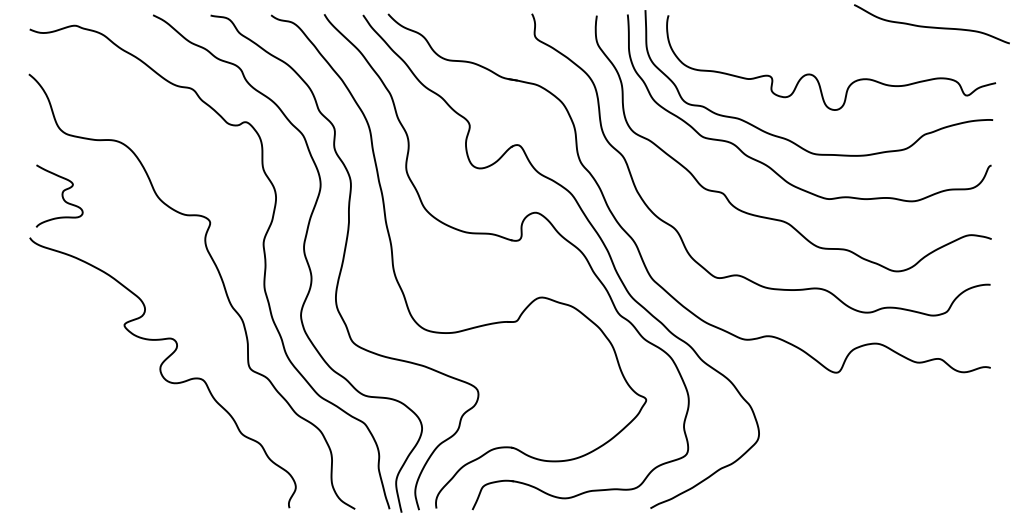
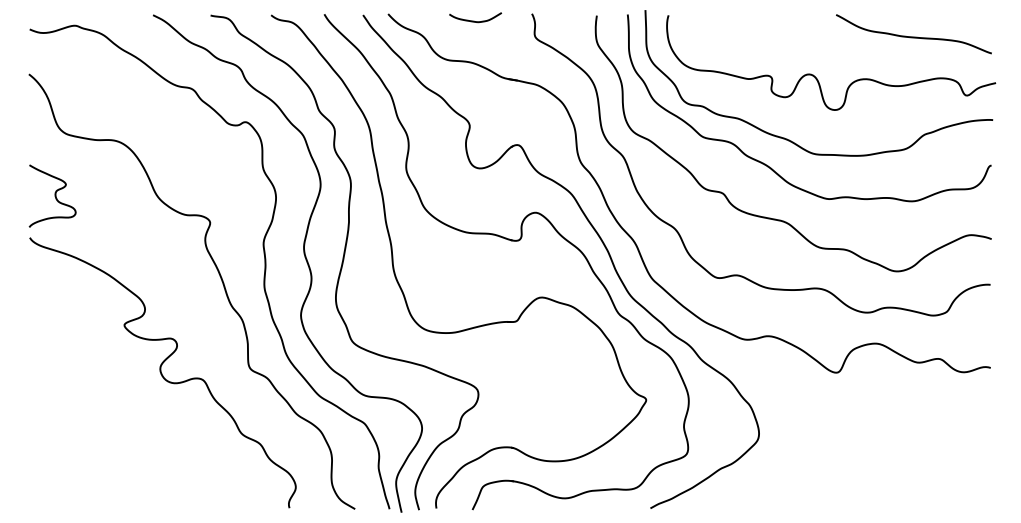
curve at (474, 20): none -> present
curve at (931, 26) position: (931, 26) -> (913, 36)
curve at (61, 195) position: (61, 195) -> (54, 195)
